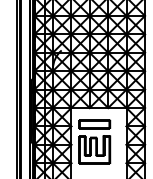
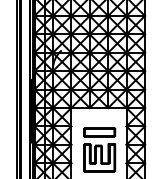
part at (94, 141) position: (94, 141) -> (99, 149)
